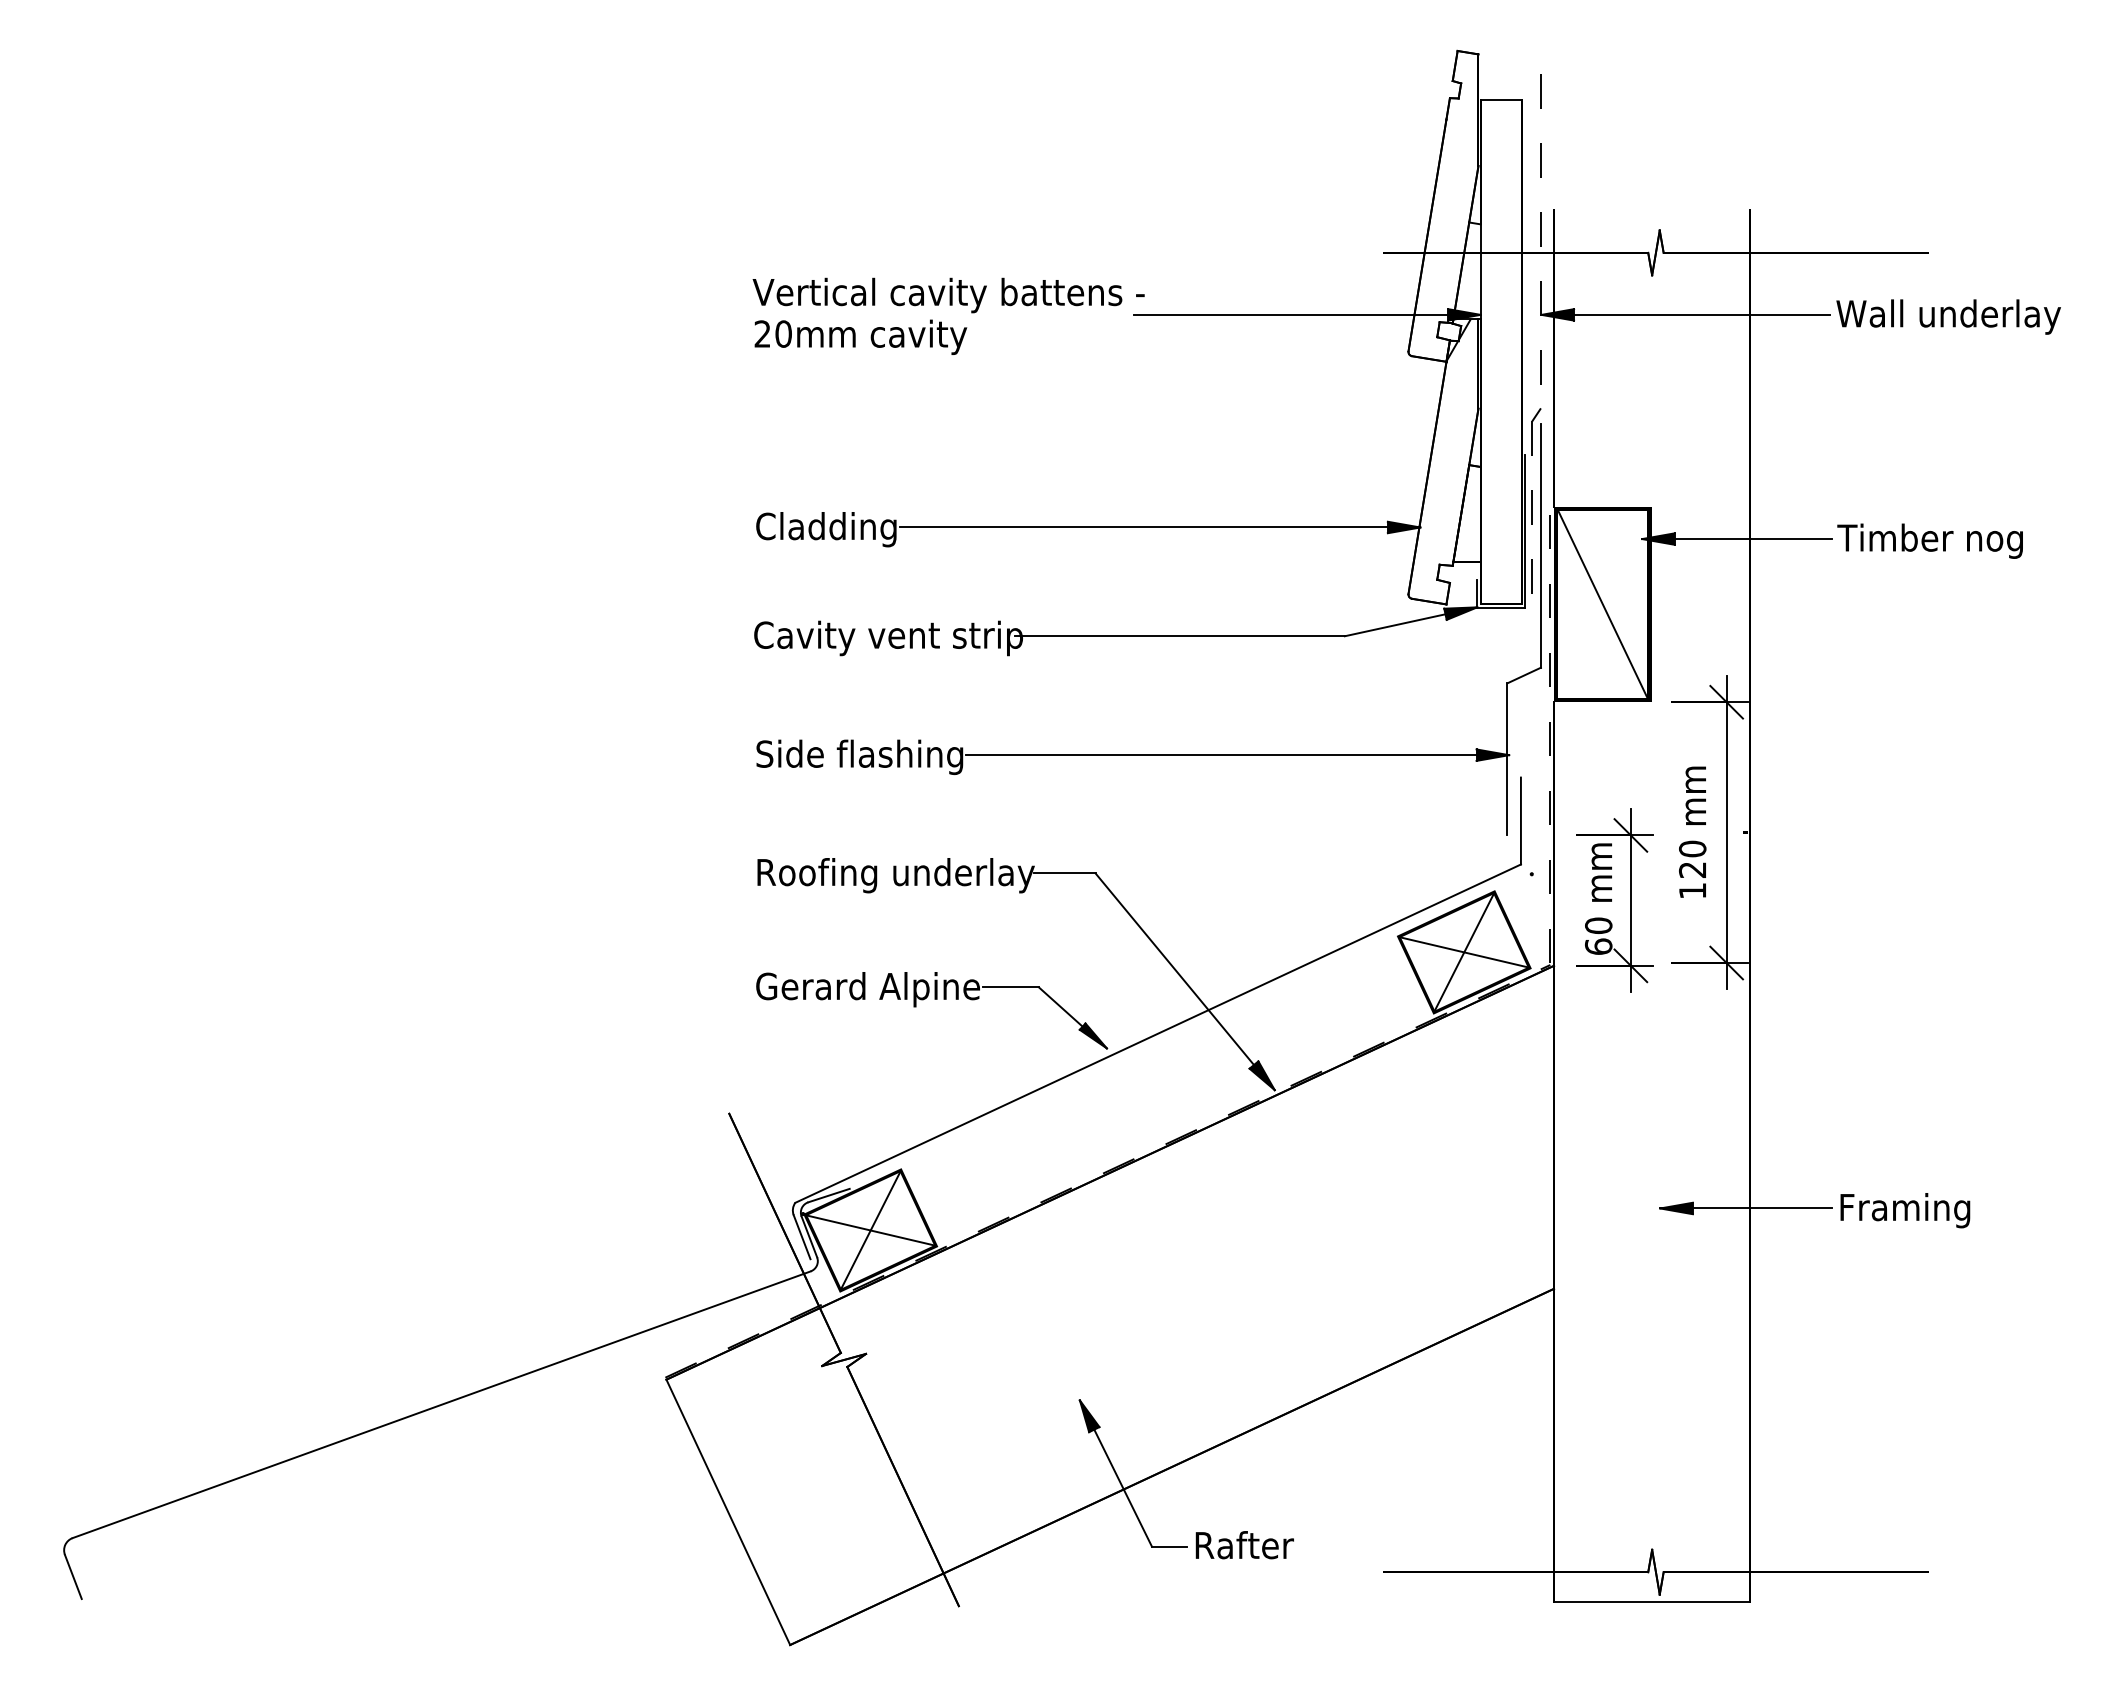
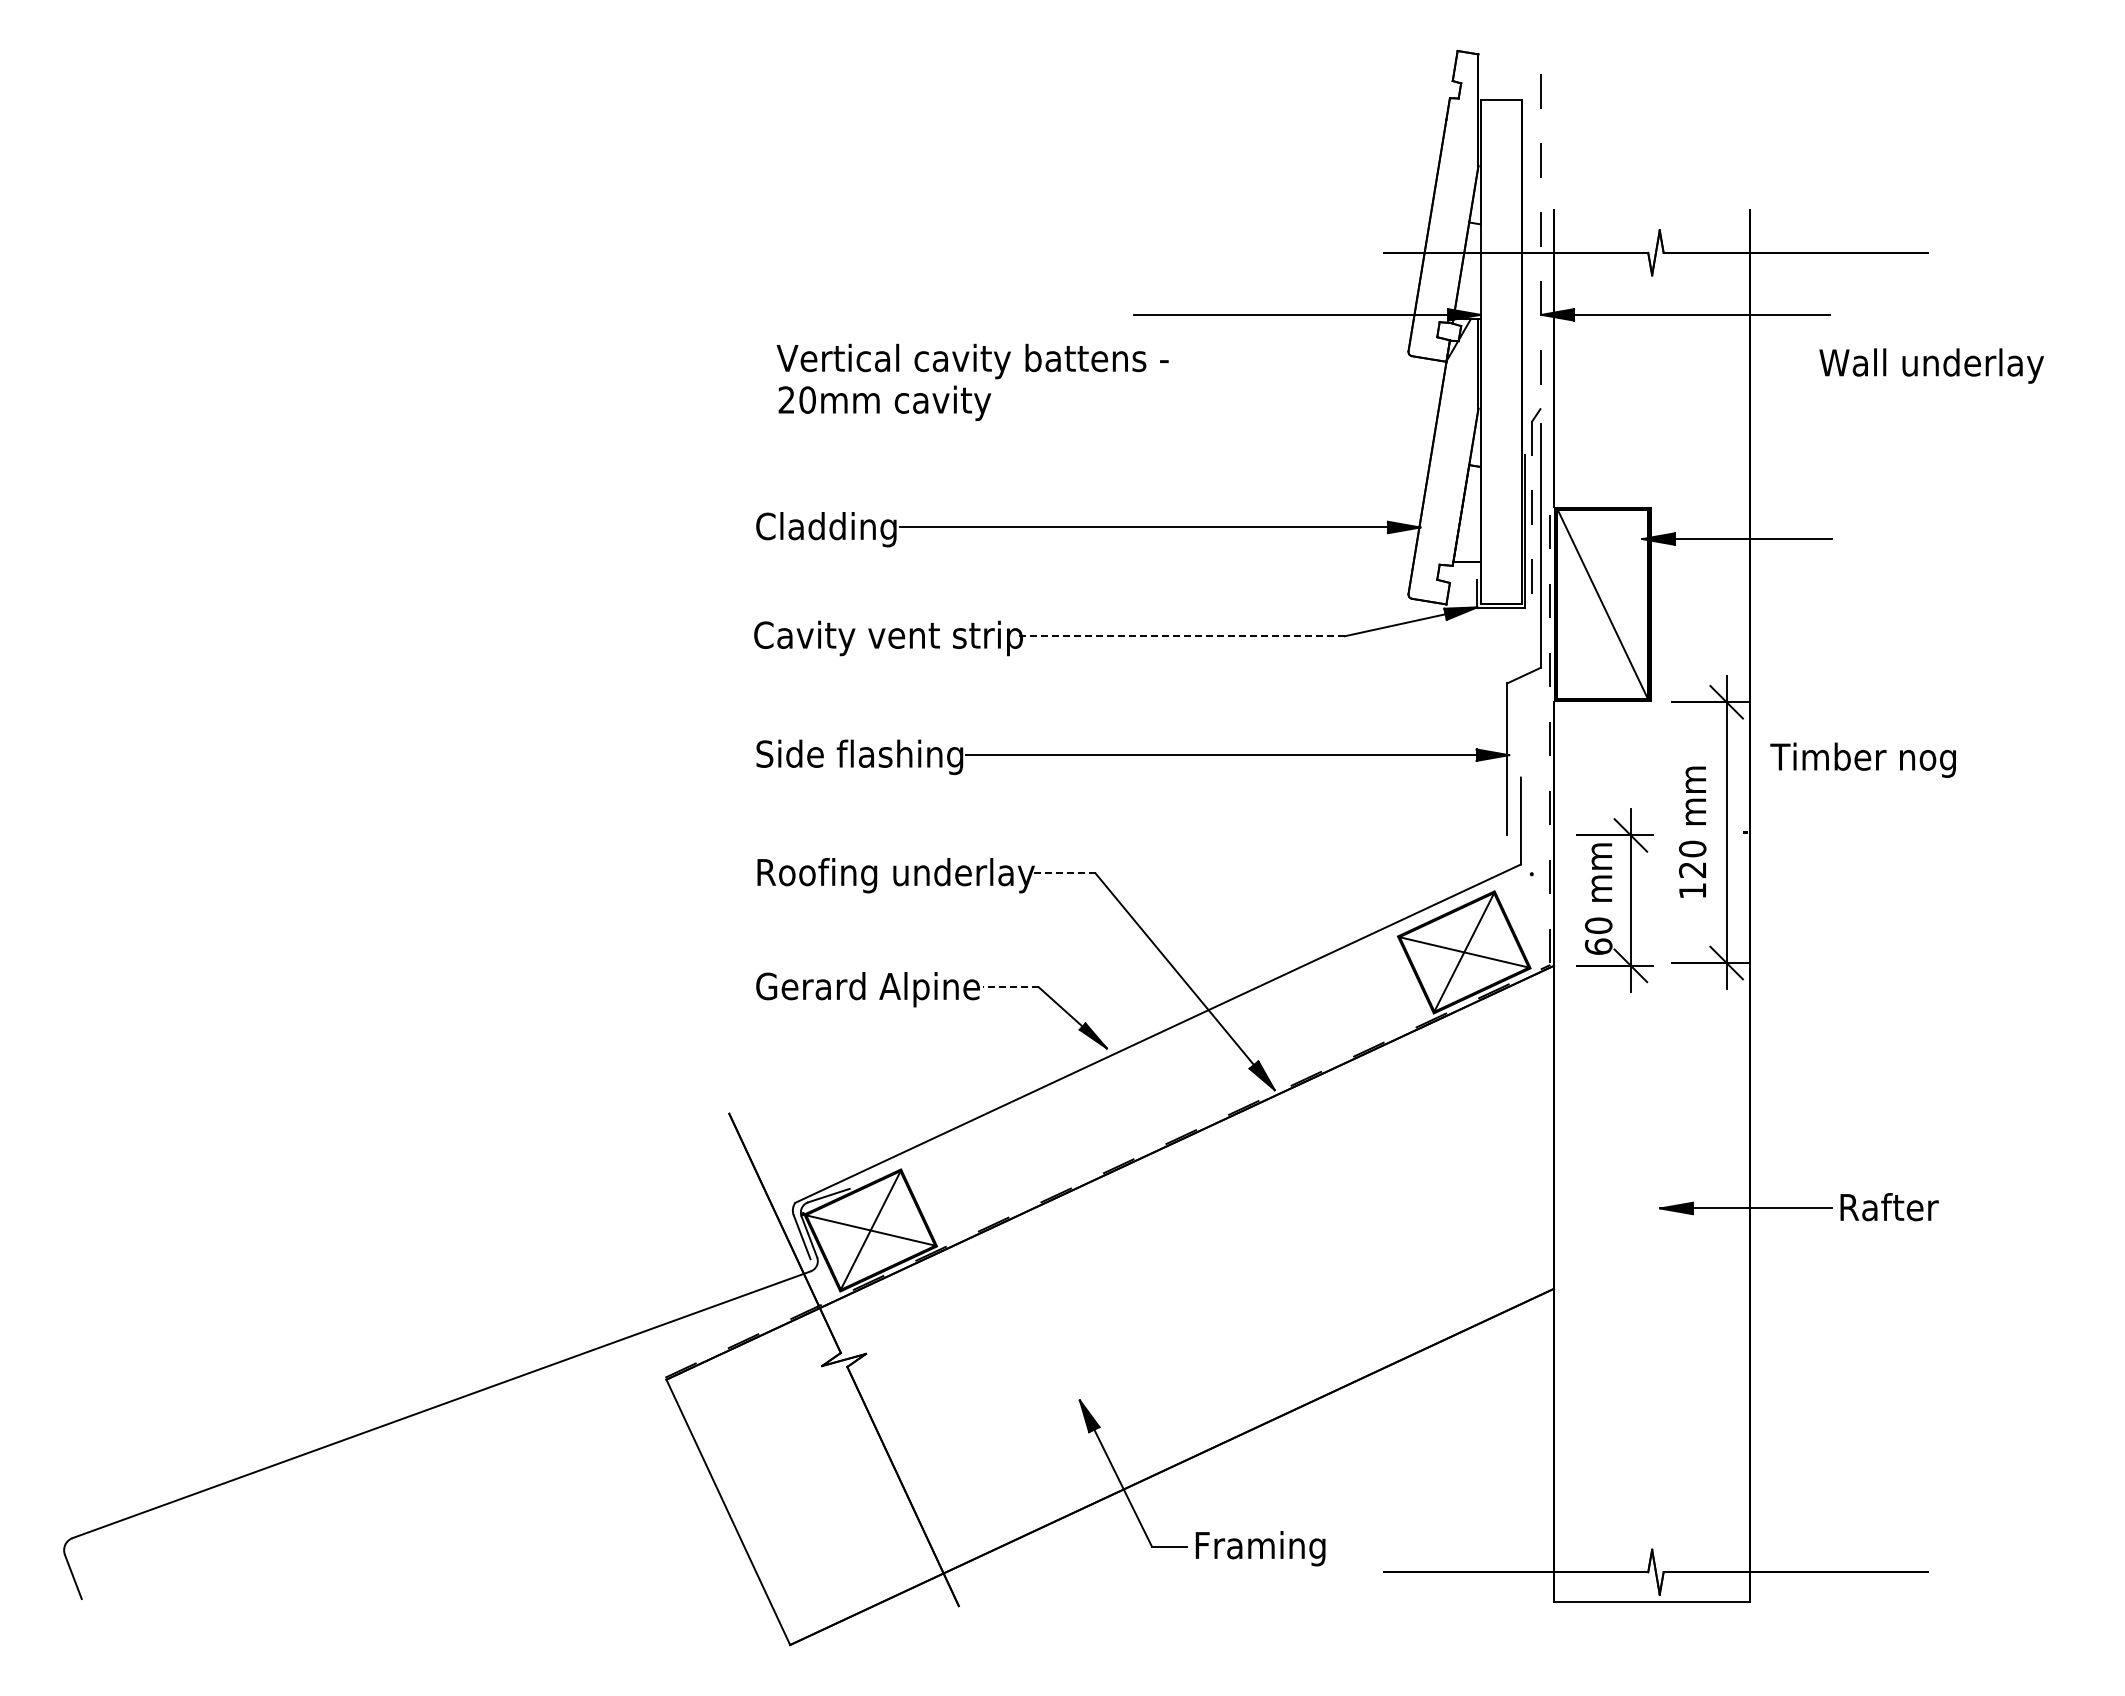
text at (948, 315) position: (948, 315) -> (972, 381)
text at (1948, 316) position: (1948, 316) -> (1931, 365)
text at (1929, 540) position: (1929, 540) -> (1862, 759)
line at (1180, 636): solid -> dashed
line at (1064, 873): solid -> dashed
line at (1010, 987): solid -> dashed
text at (1906, 1210): Framing -> Rafter
text at (1262, 1548): Rafter -> Framing
